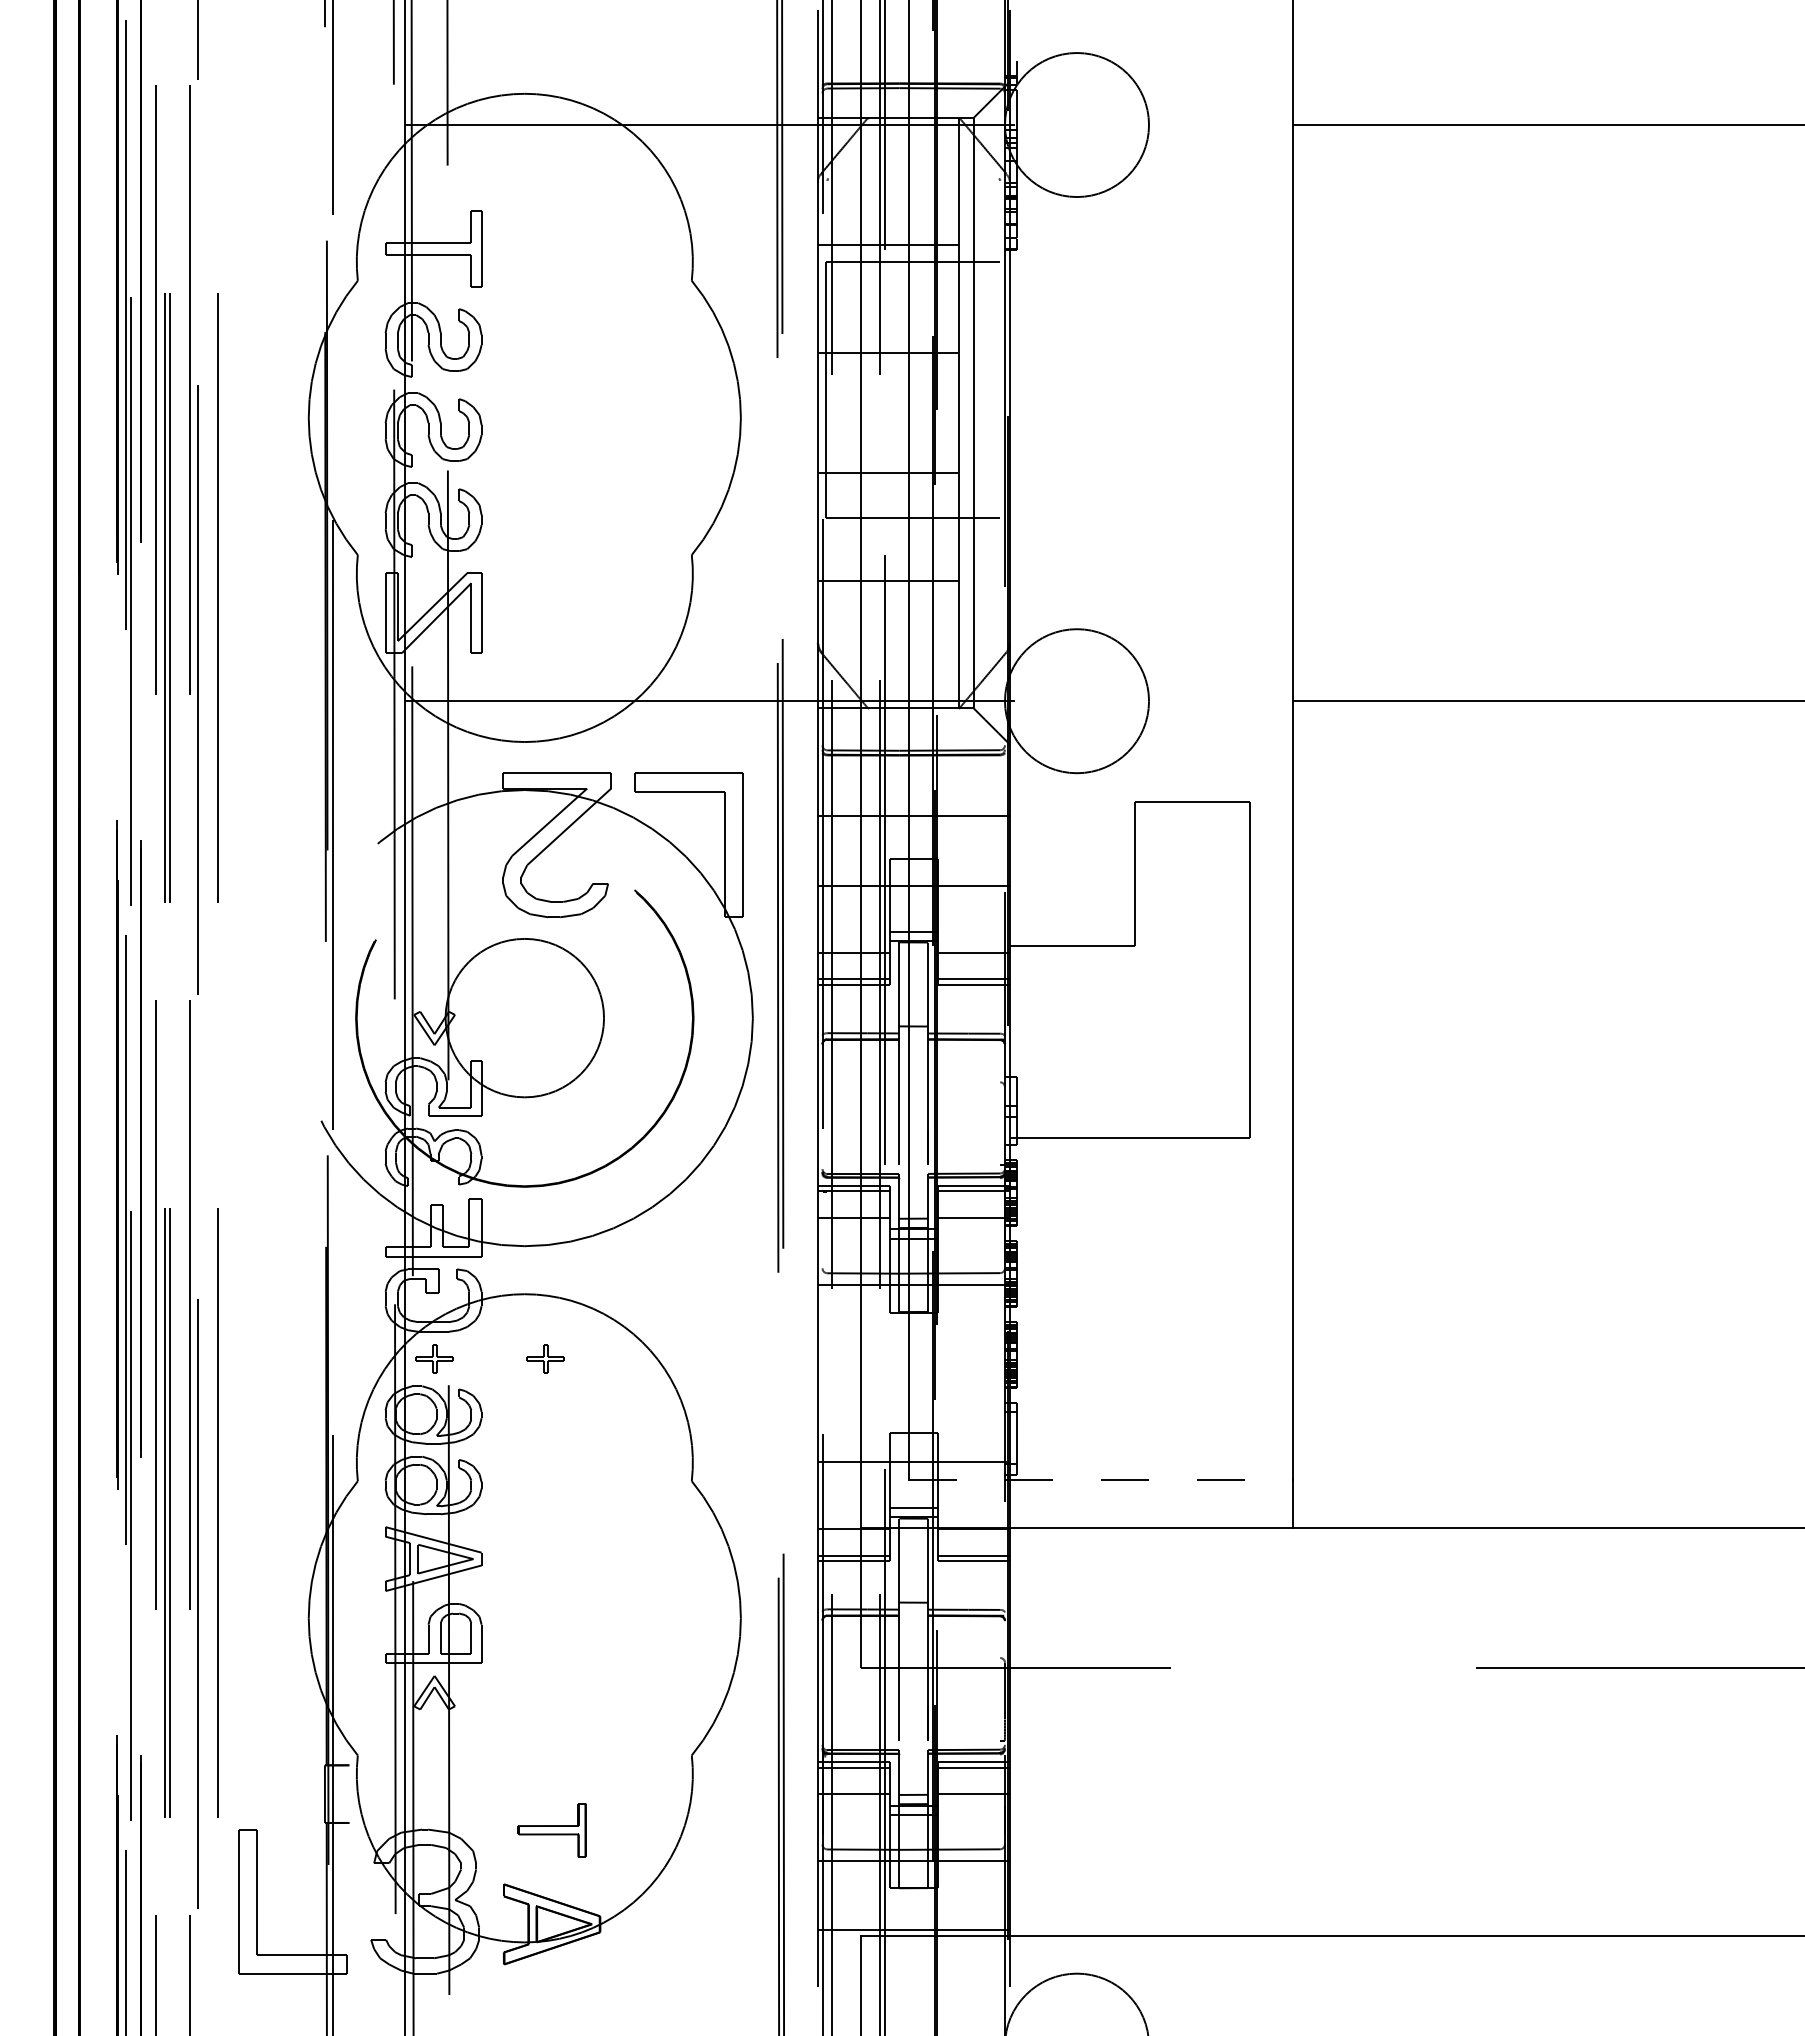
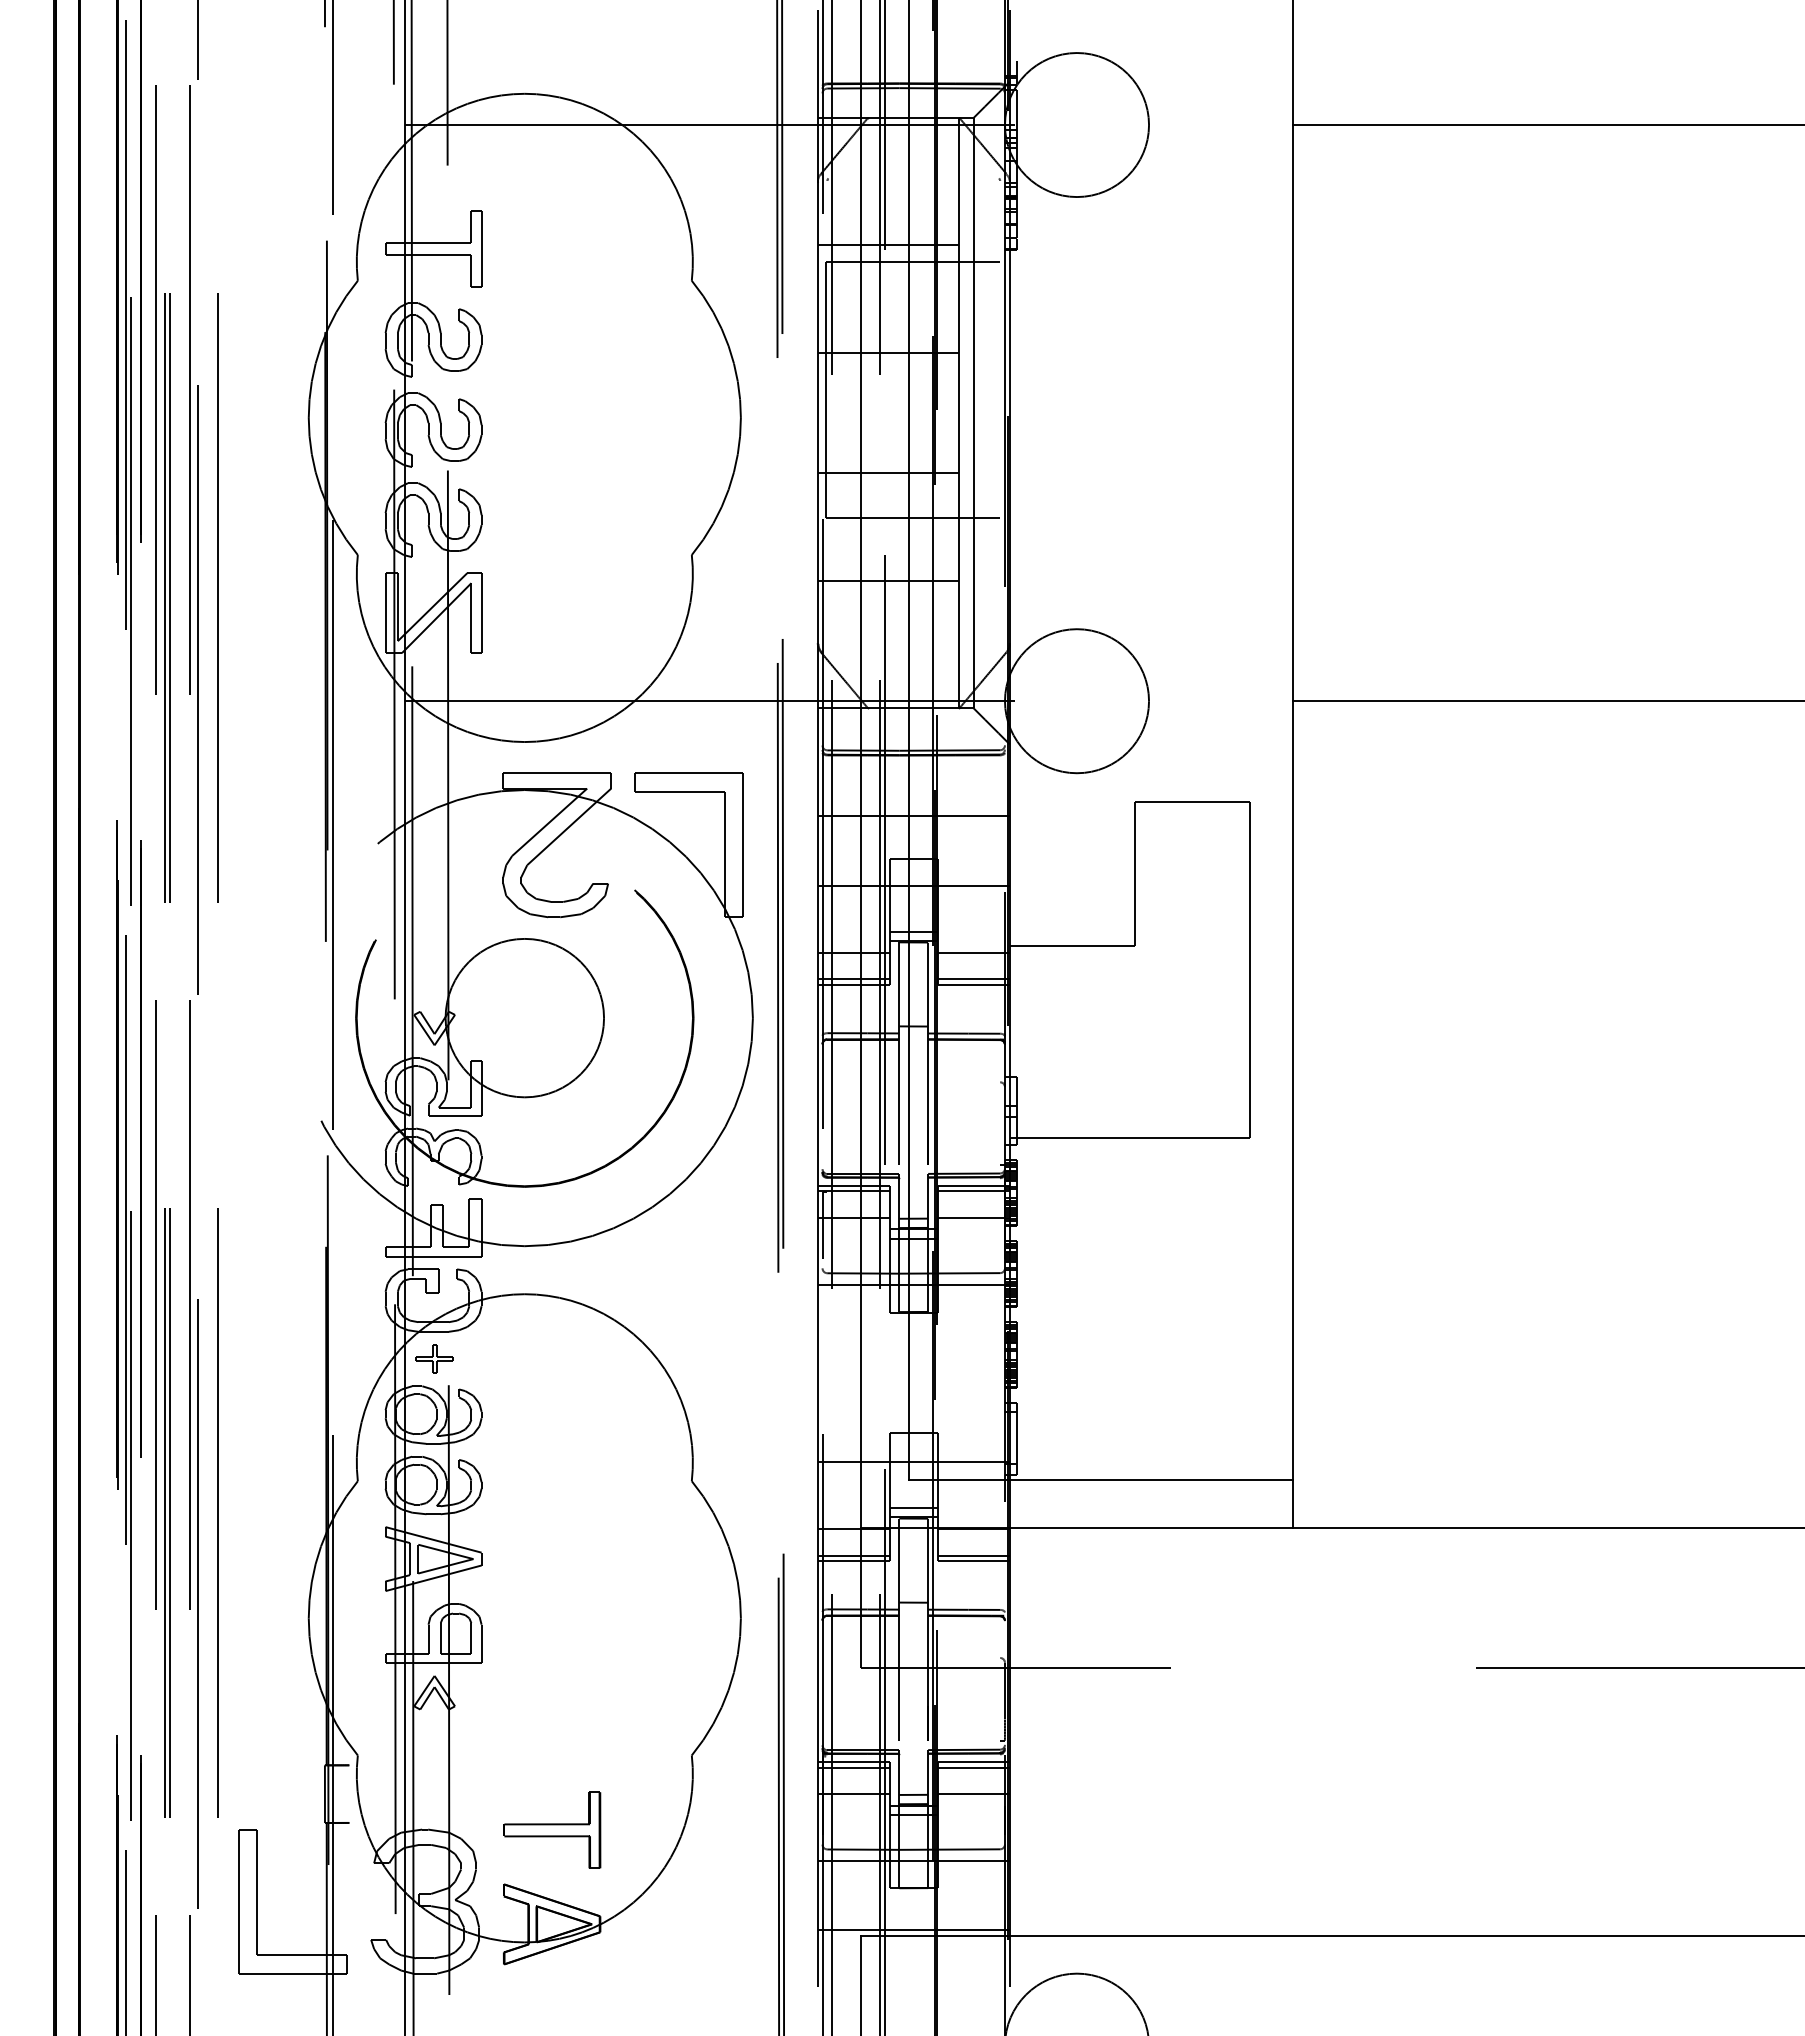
line at (822, 1225): none -> present
part at (545, 1358): present -> none
line at (1101, 1480): dashed -> solid
part at (551, 1830) size: 70x55 px -> 99x78 px
